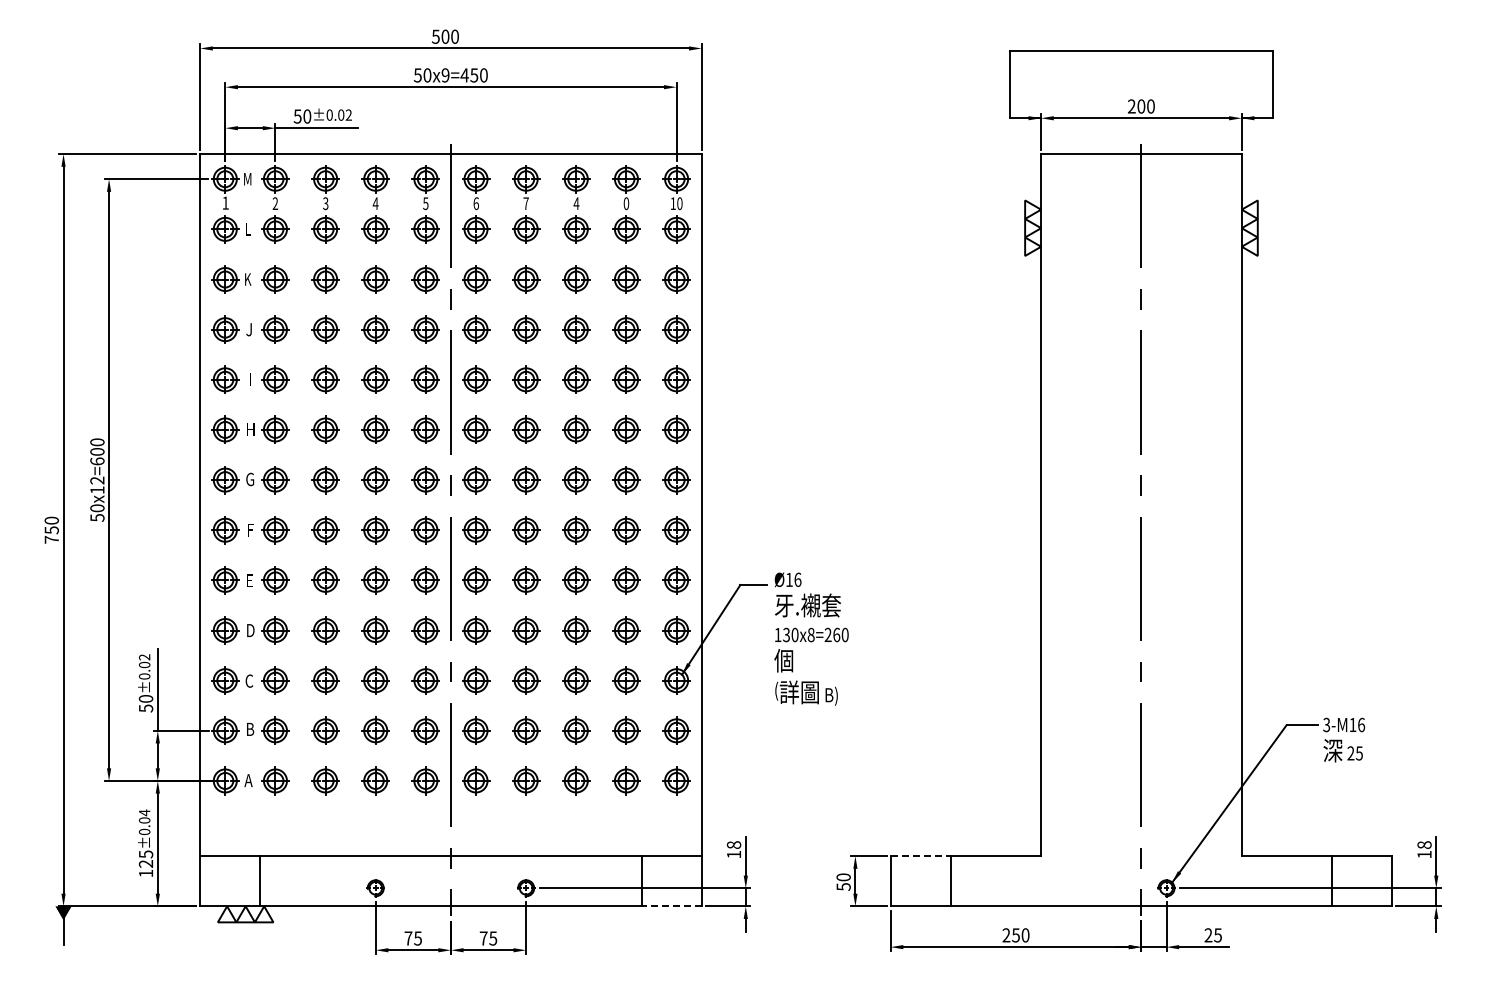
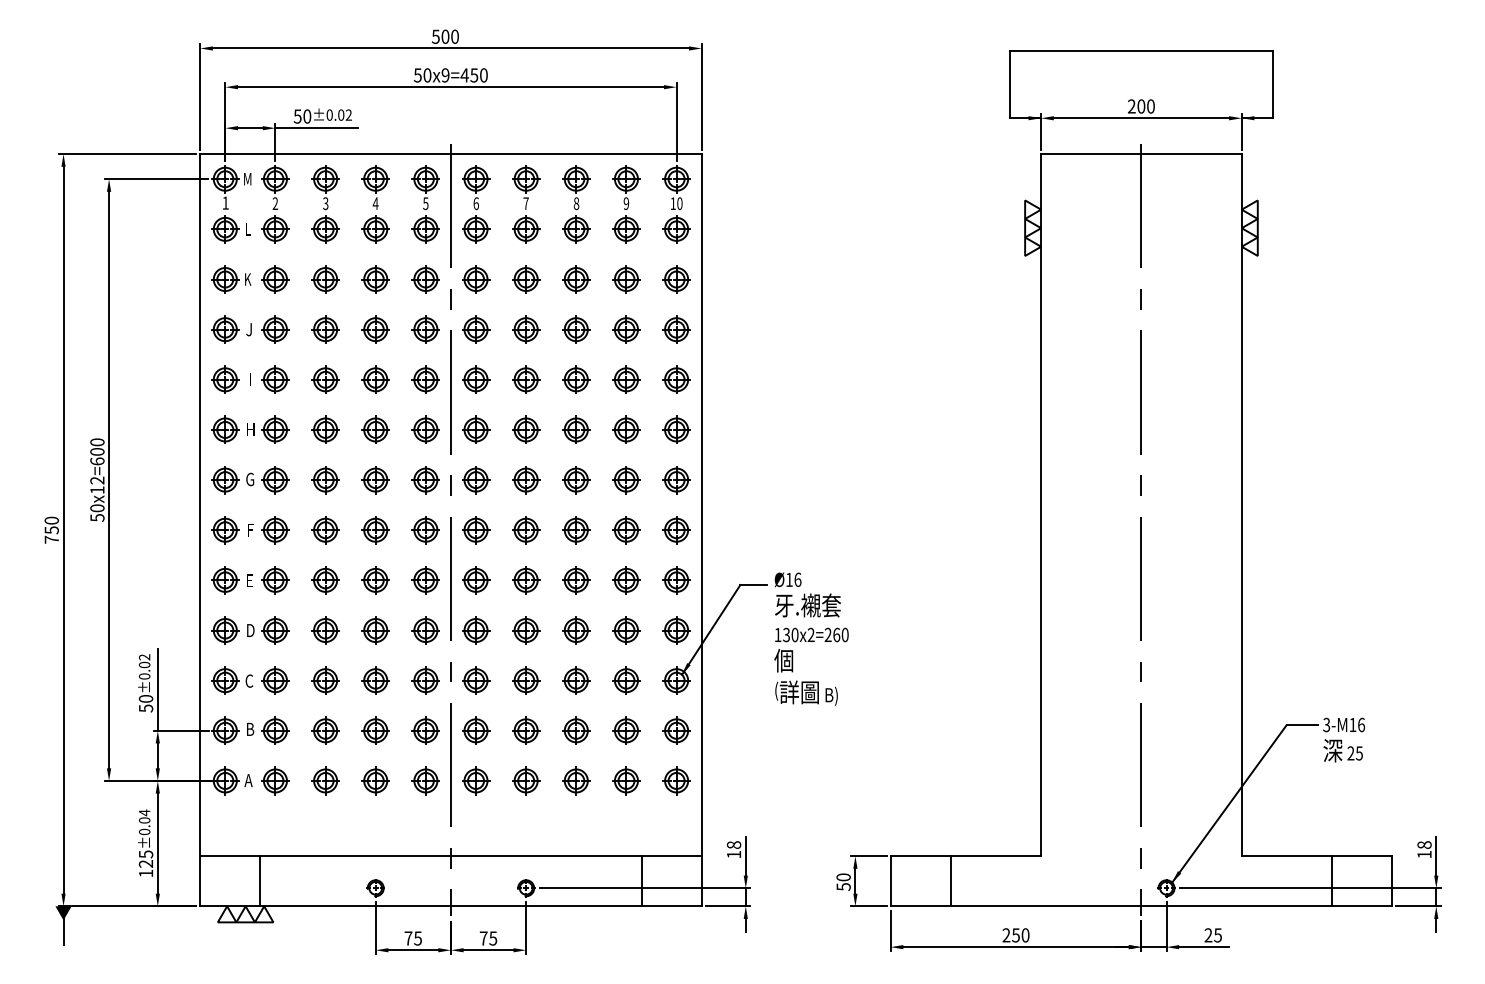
text at (576, 203): 4 -> 8
text at (626, 203): 0 -> 9
text at (810, 634): 130x8=260 -> 130x2=260
line at (921, 856): dashed -> solid
line at (671, 906): dashed -> solid
